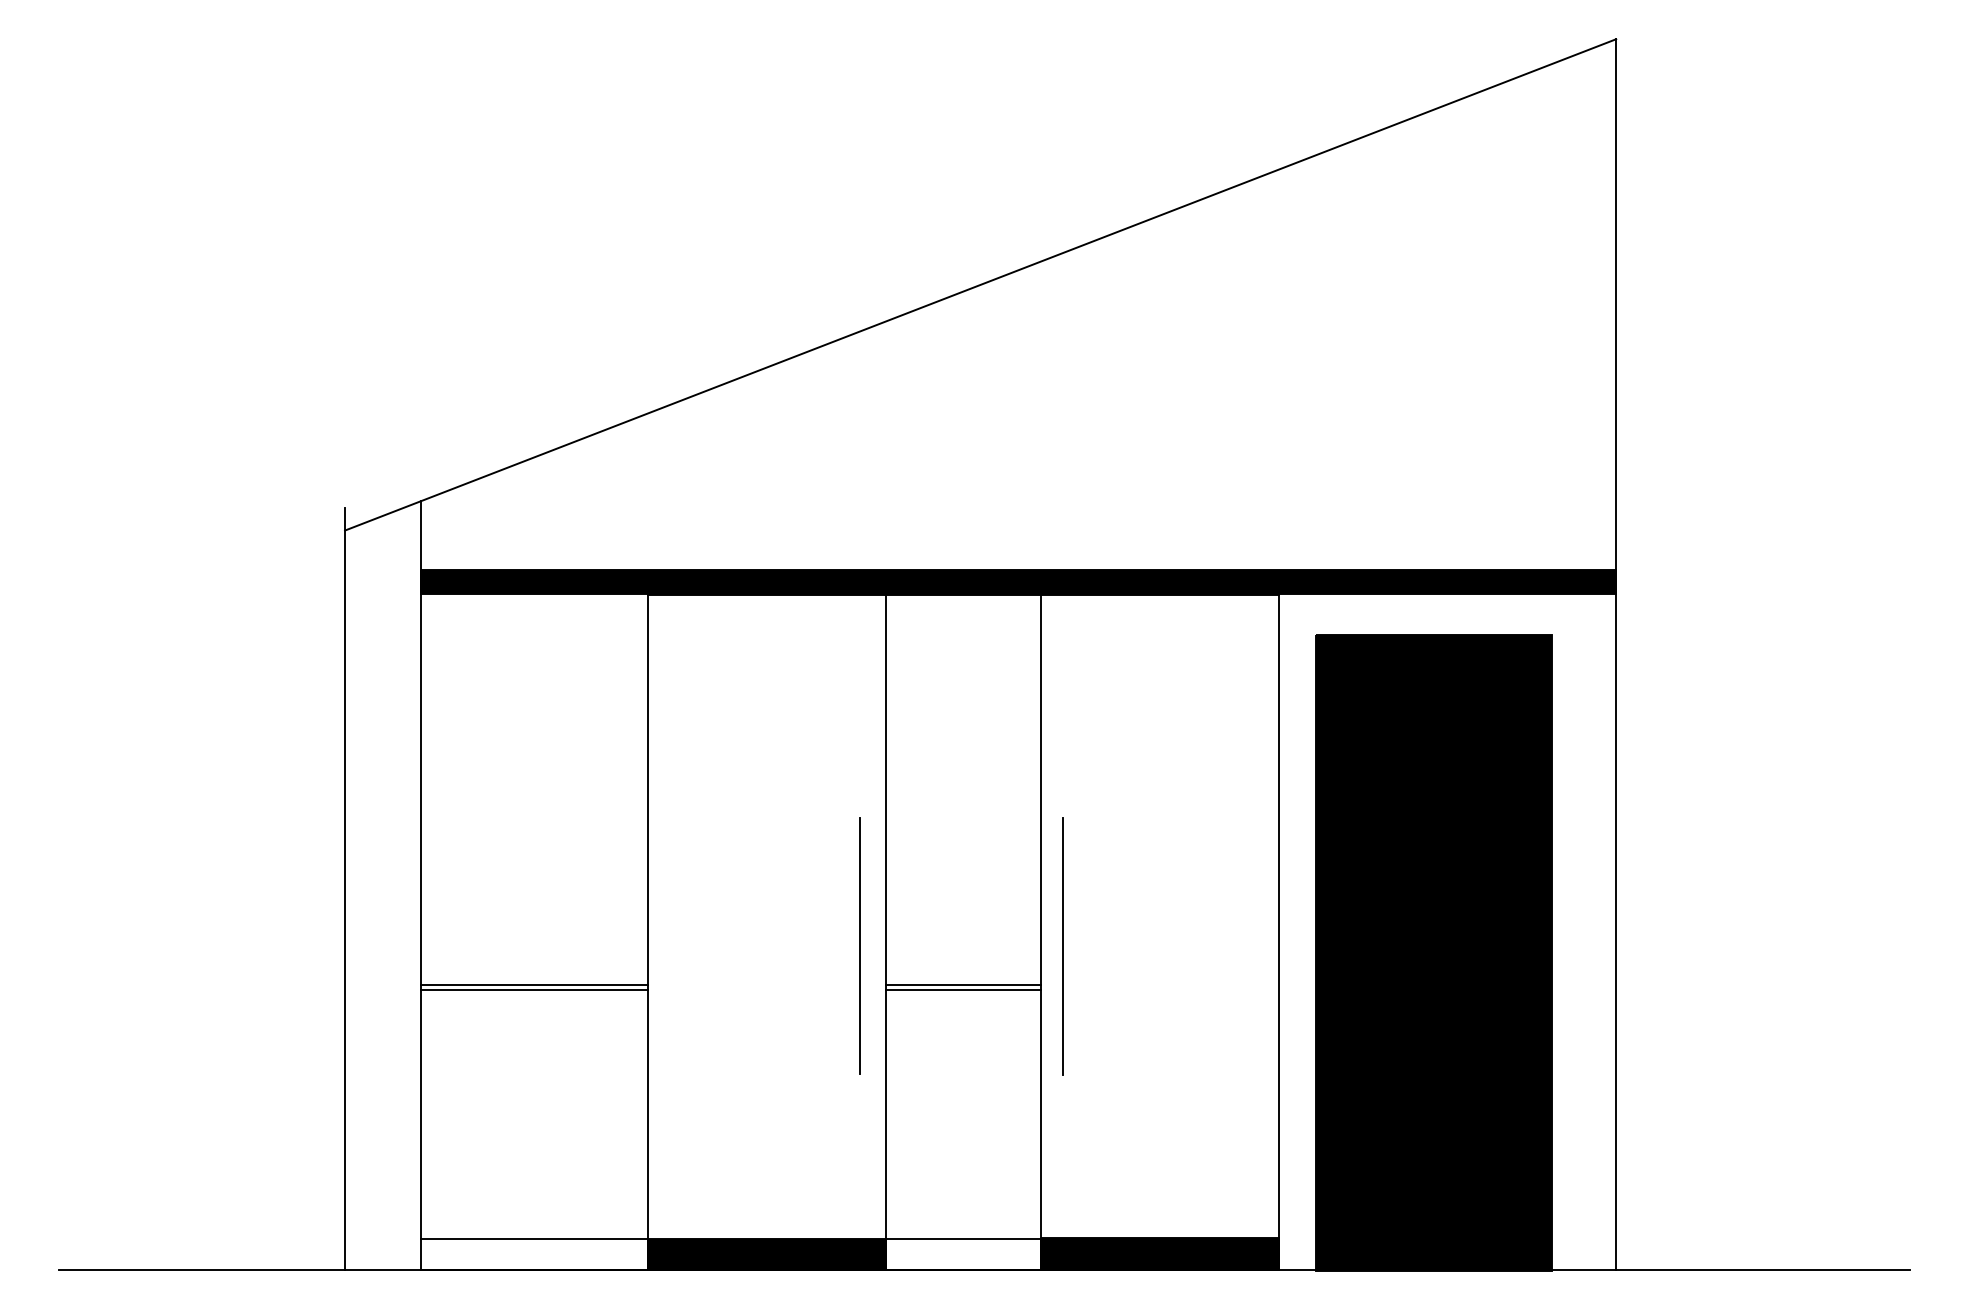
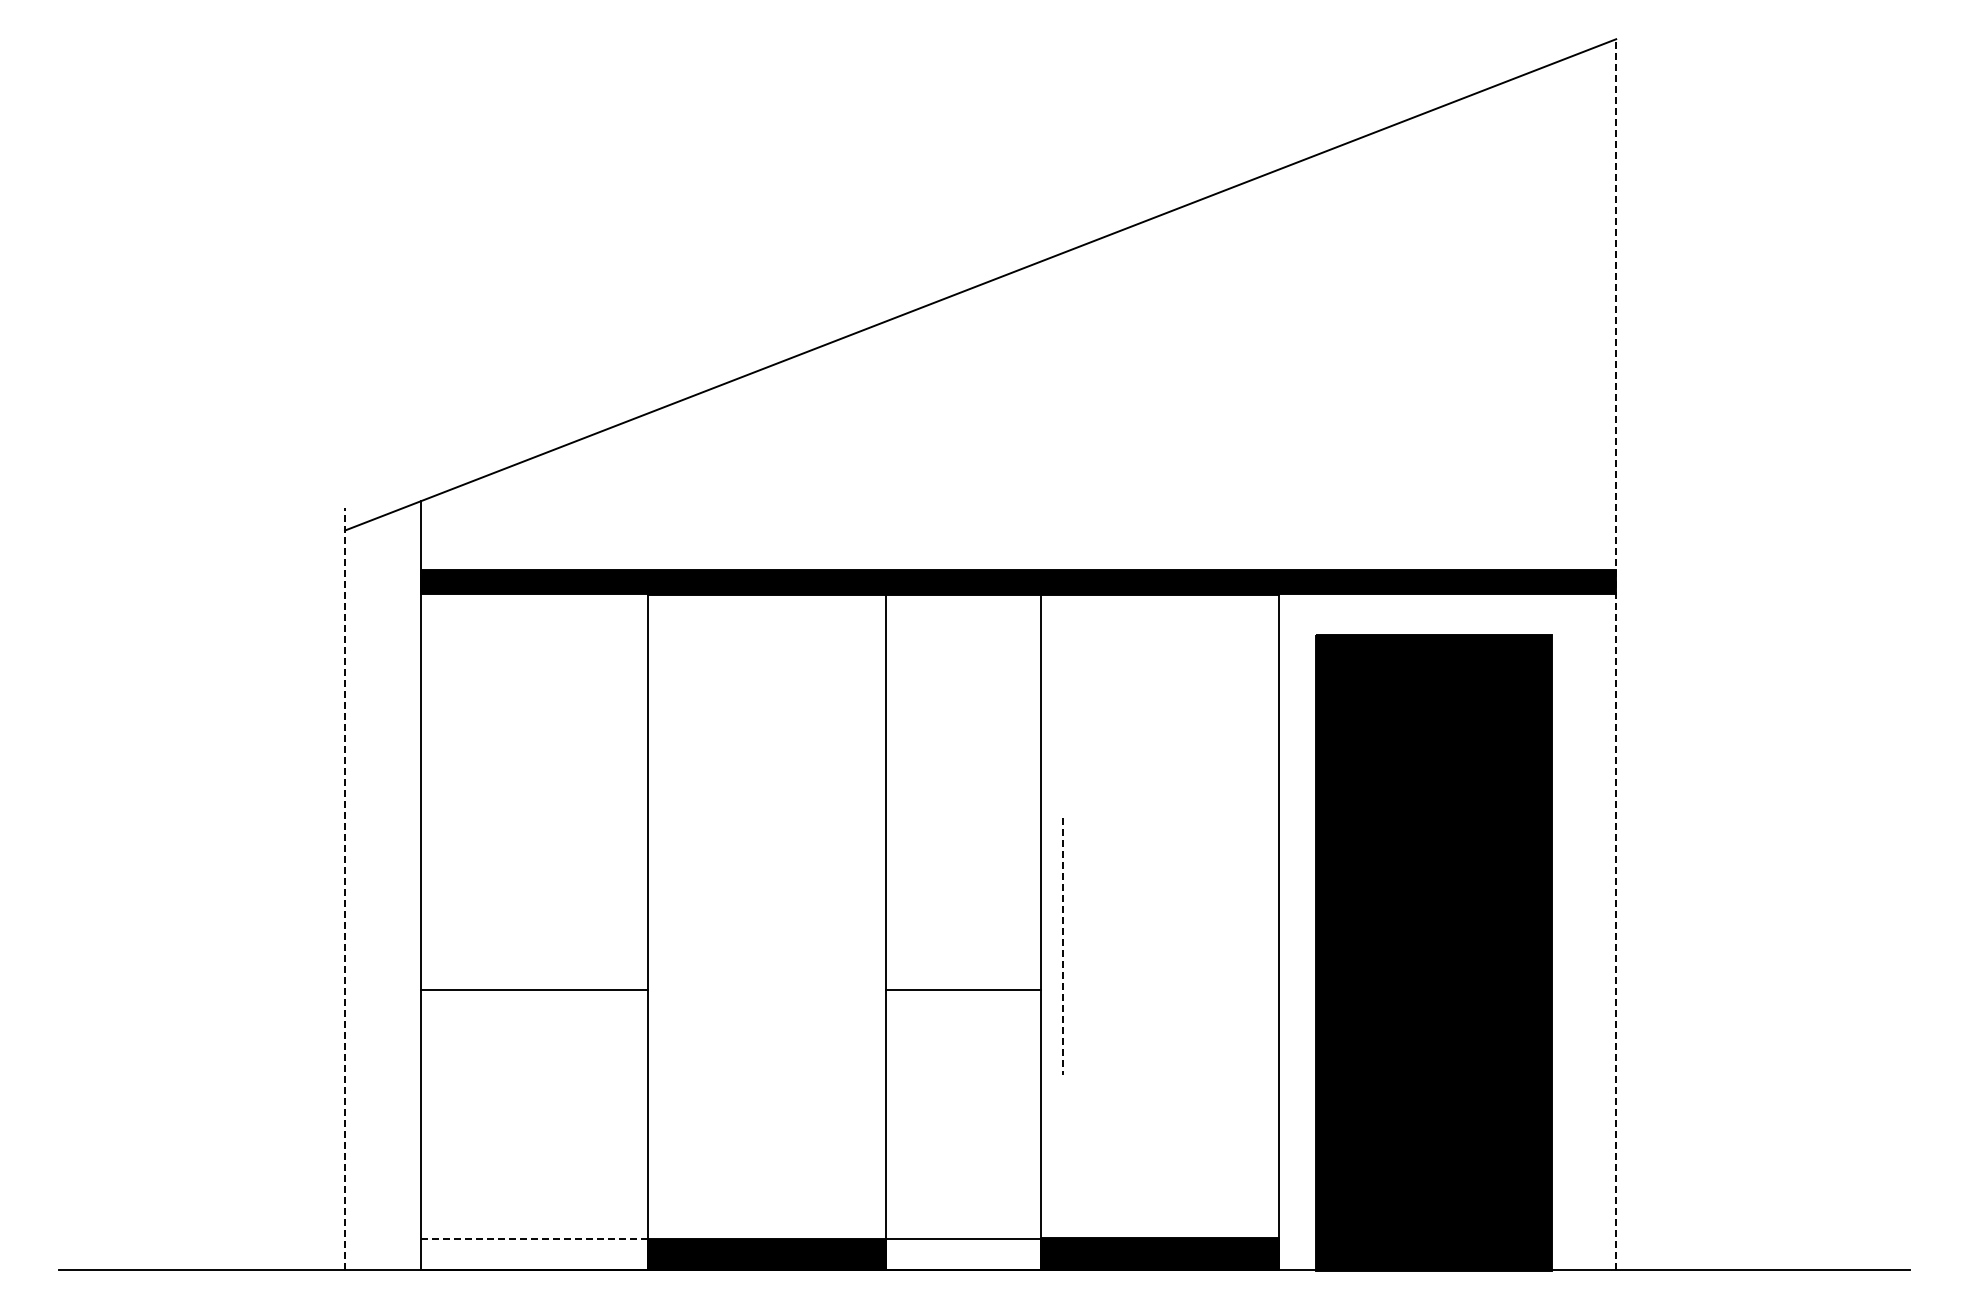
line at (1616, 654): solid -> dashed
line at (345, 888): solid -> dashed
line at (859, 945): present -> none
line at (1063, 947): solid -> dashed
line at (533, 984): present -> none
line at (962, 984): present -> none
line at (534, 1238): solid -> dashed
